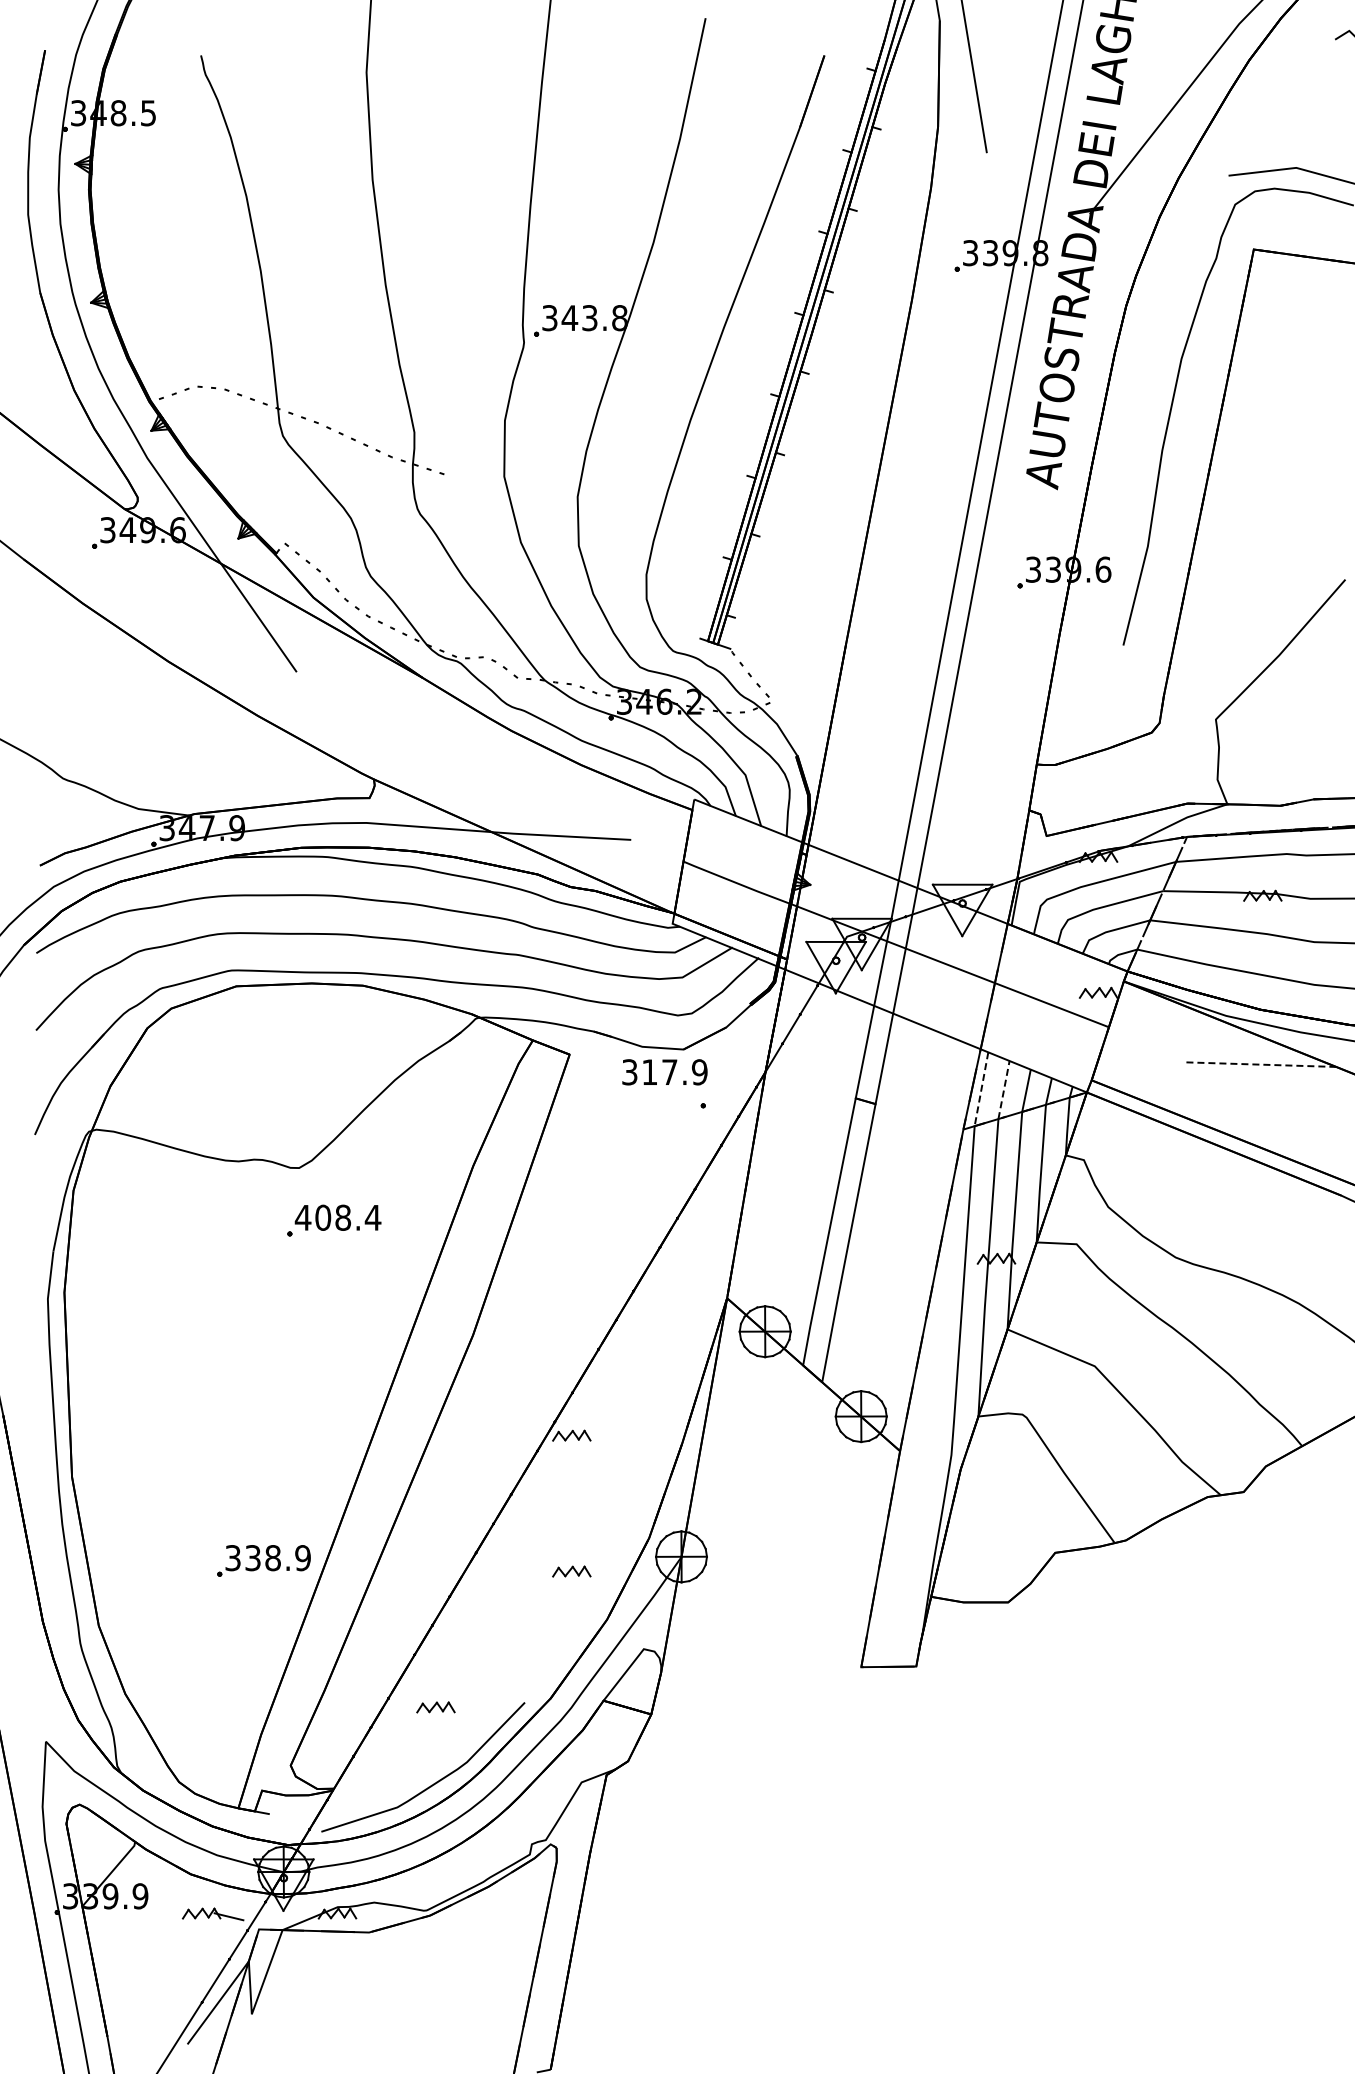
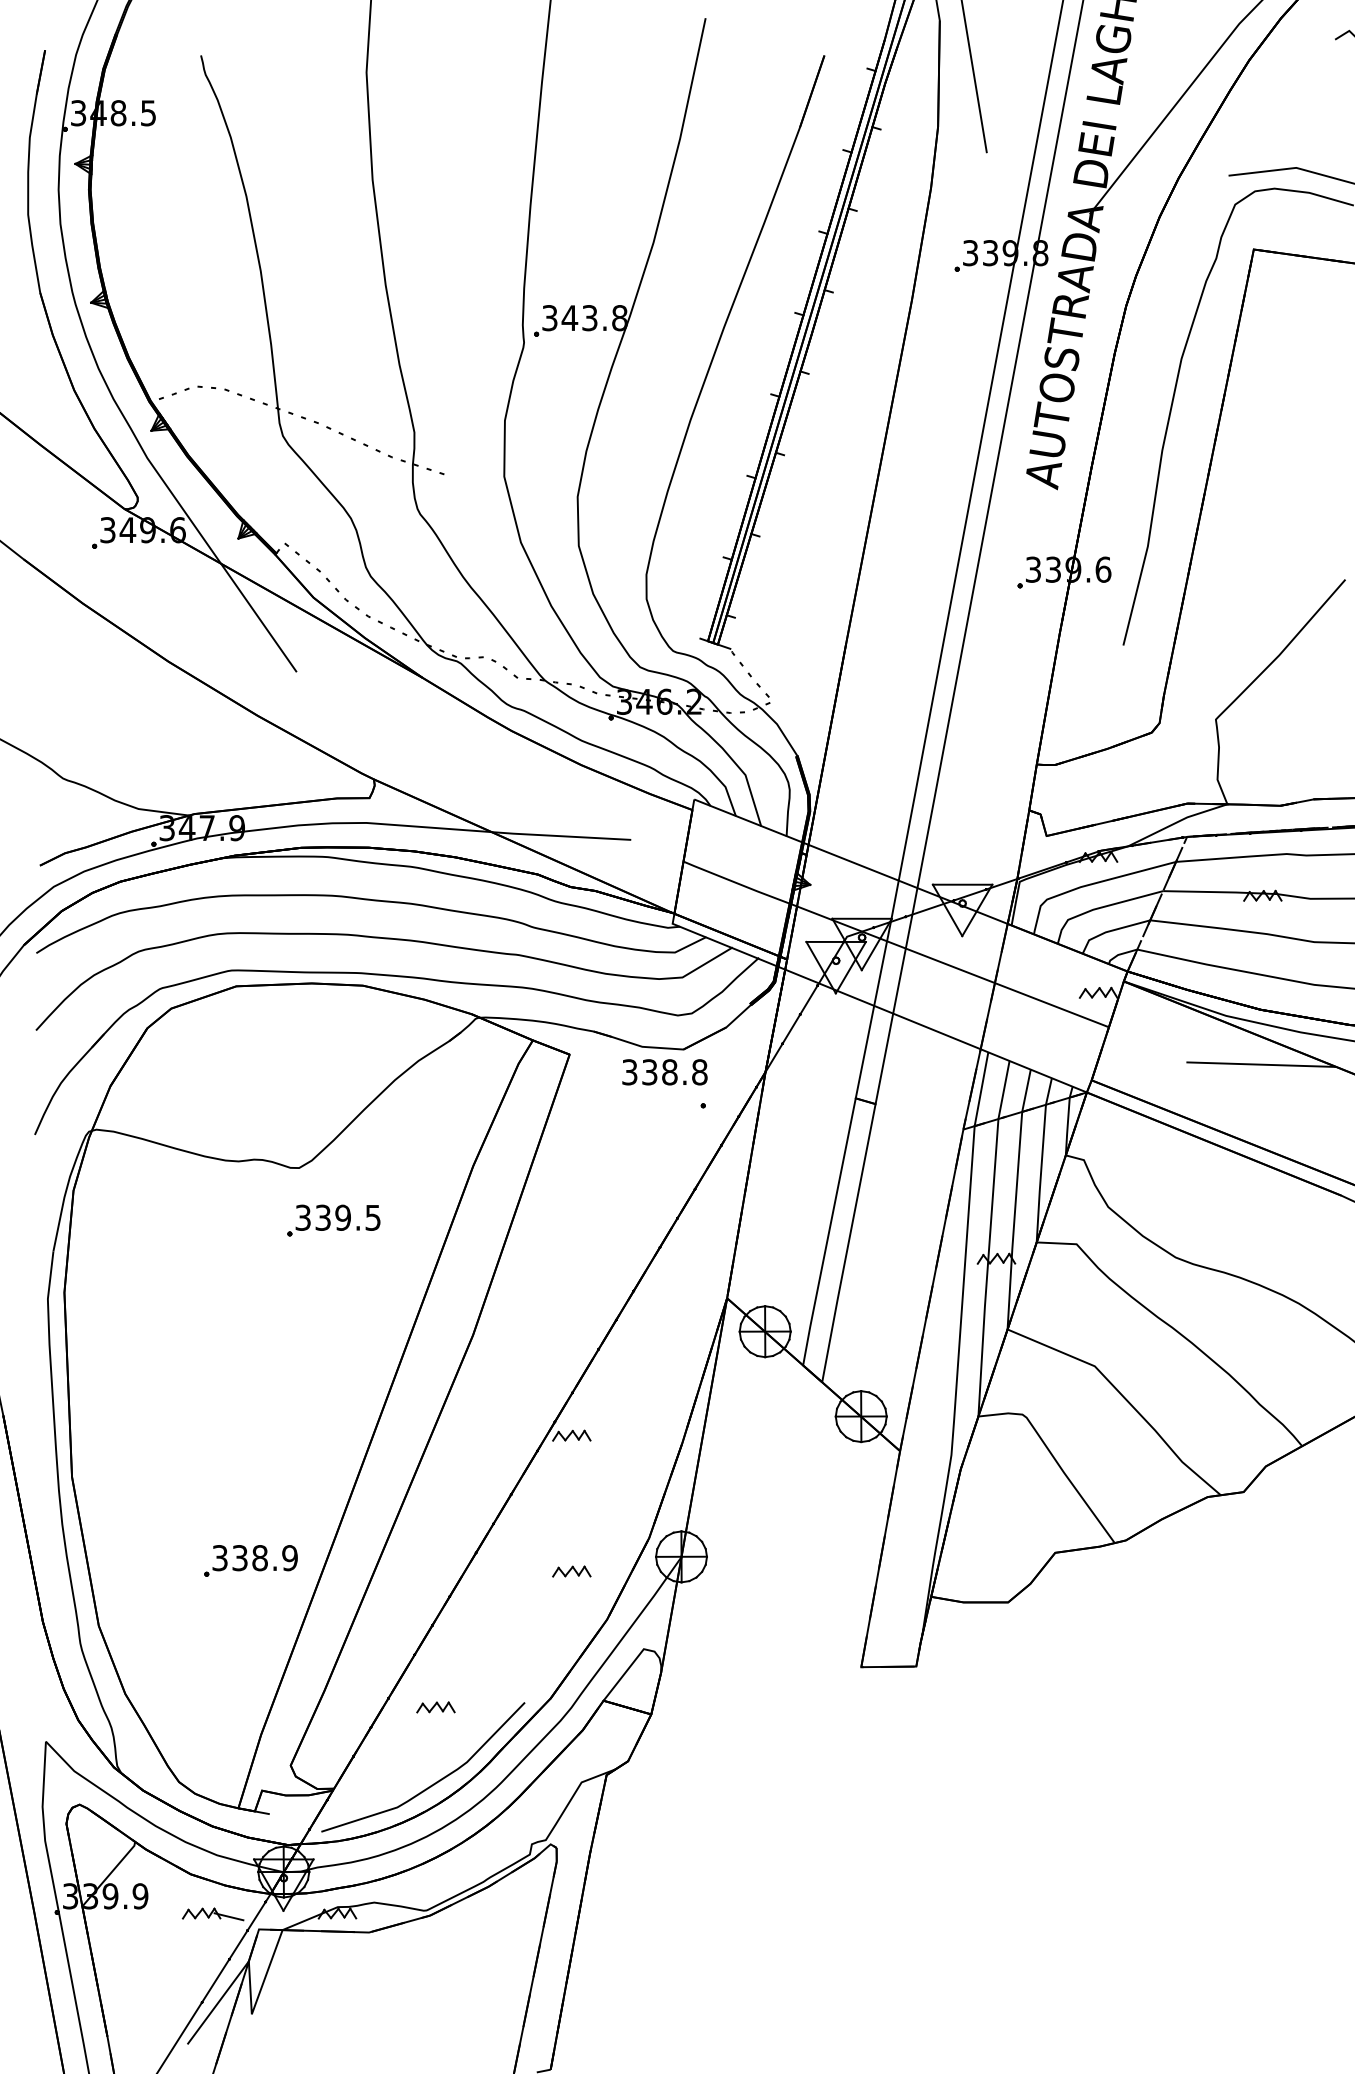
line at (1260, 1064): dashed -> solid
text at (674, 1072): 317.9 -> 338.8
line at (981, 1089): dashed -> solid
line at (1004, 1090): dashed -> solid
text at (337, 1217): 408.4 -> 339.5
part at (263, 1560) position: (263, 1560) -> (250, 1560)
